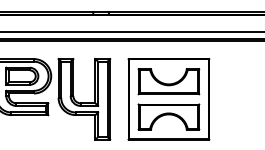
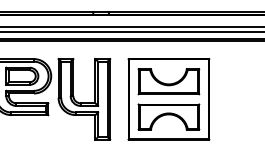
line at (131, 26): none -> present
